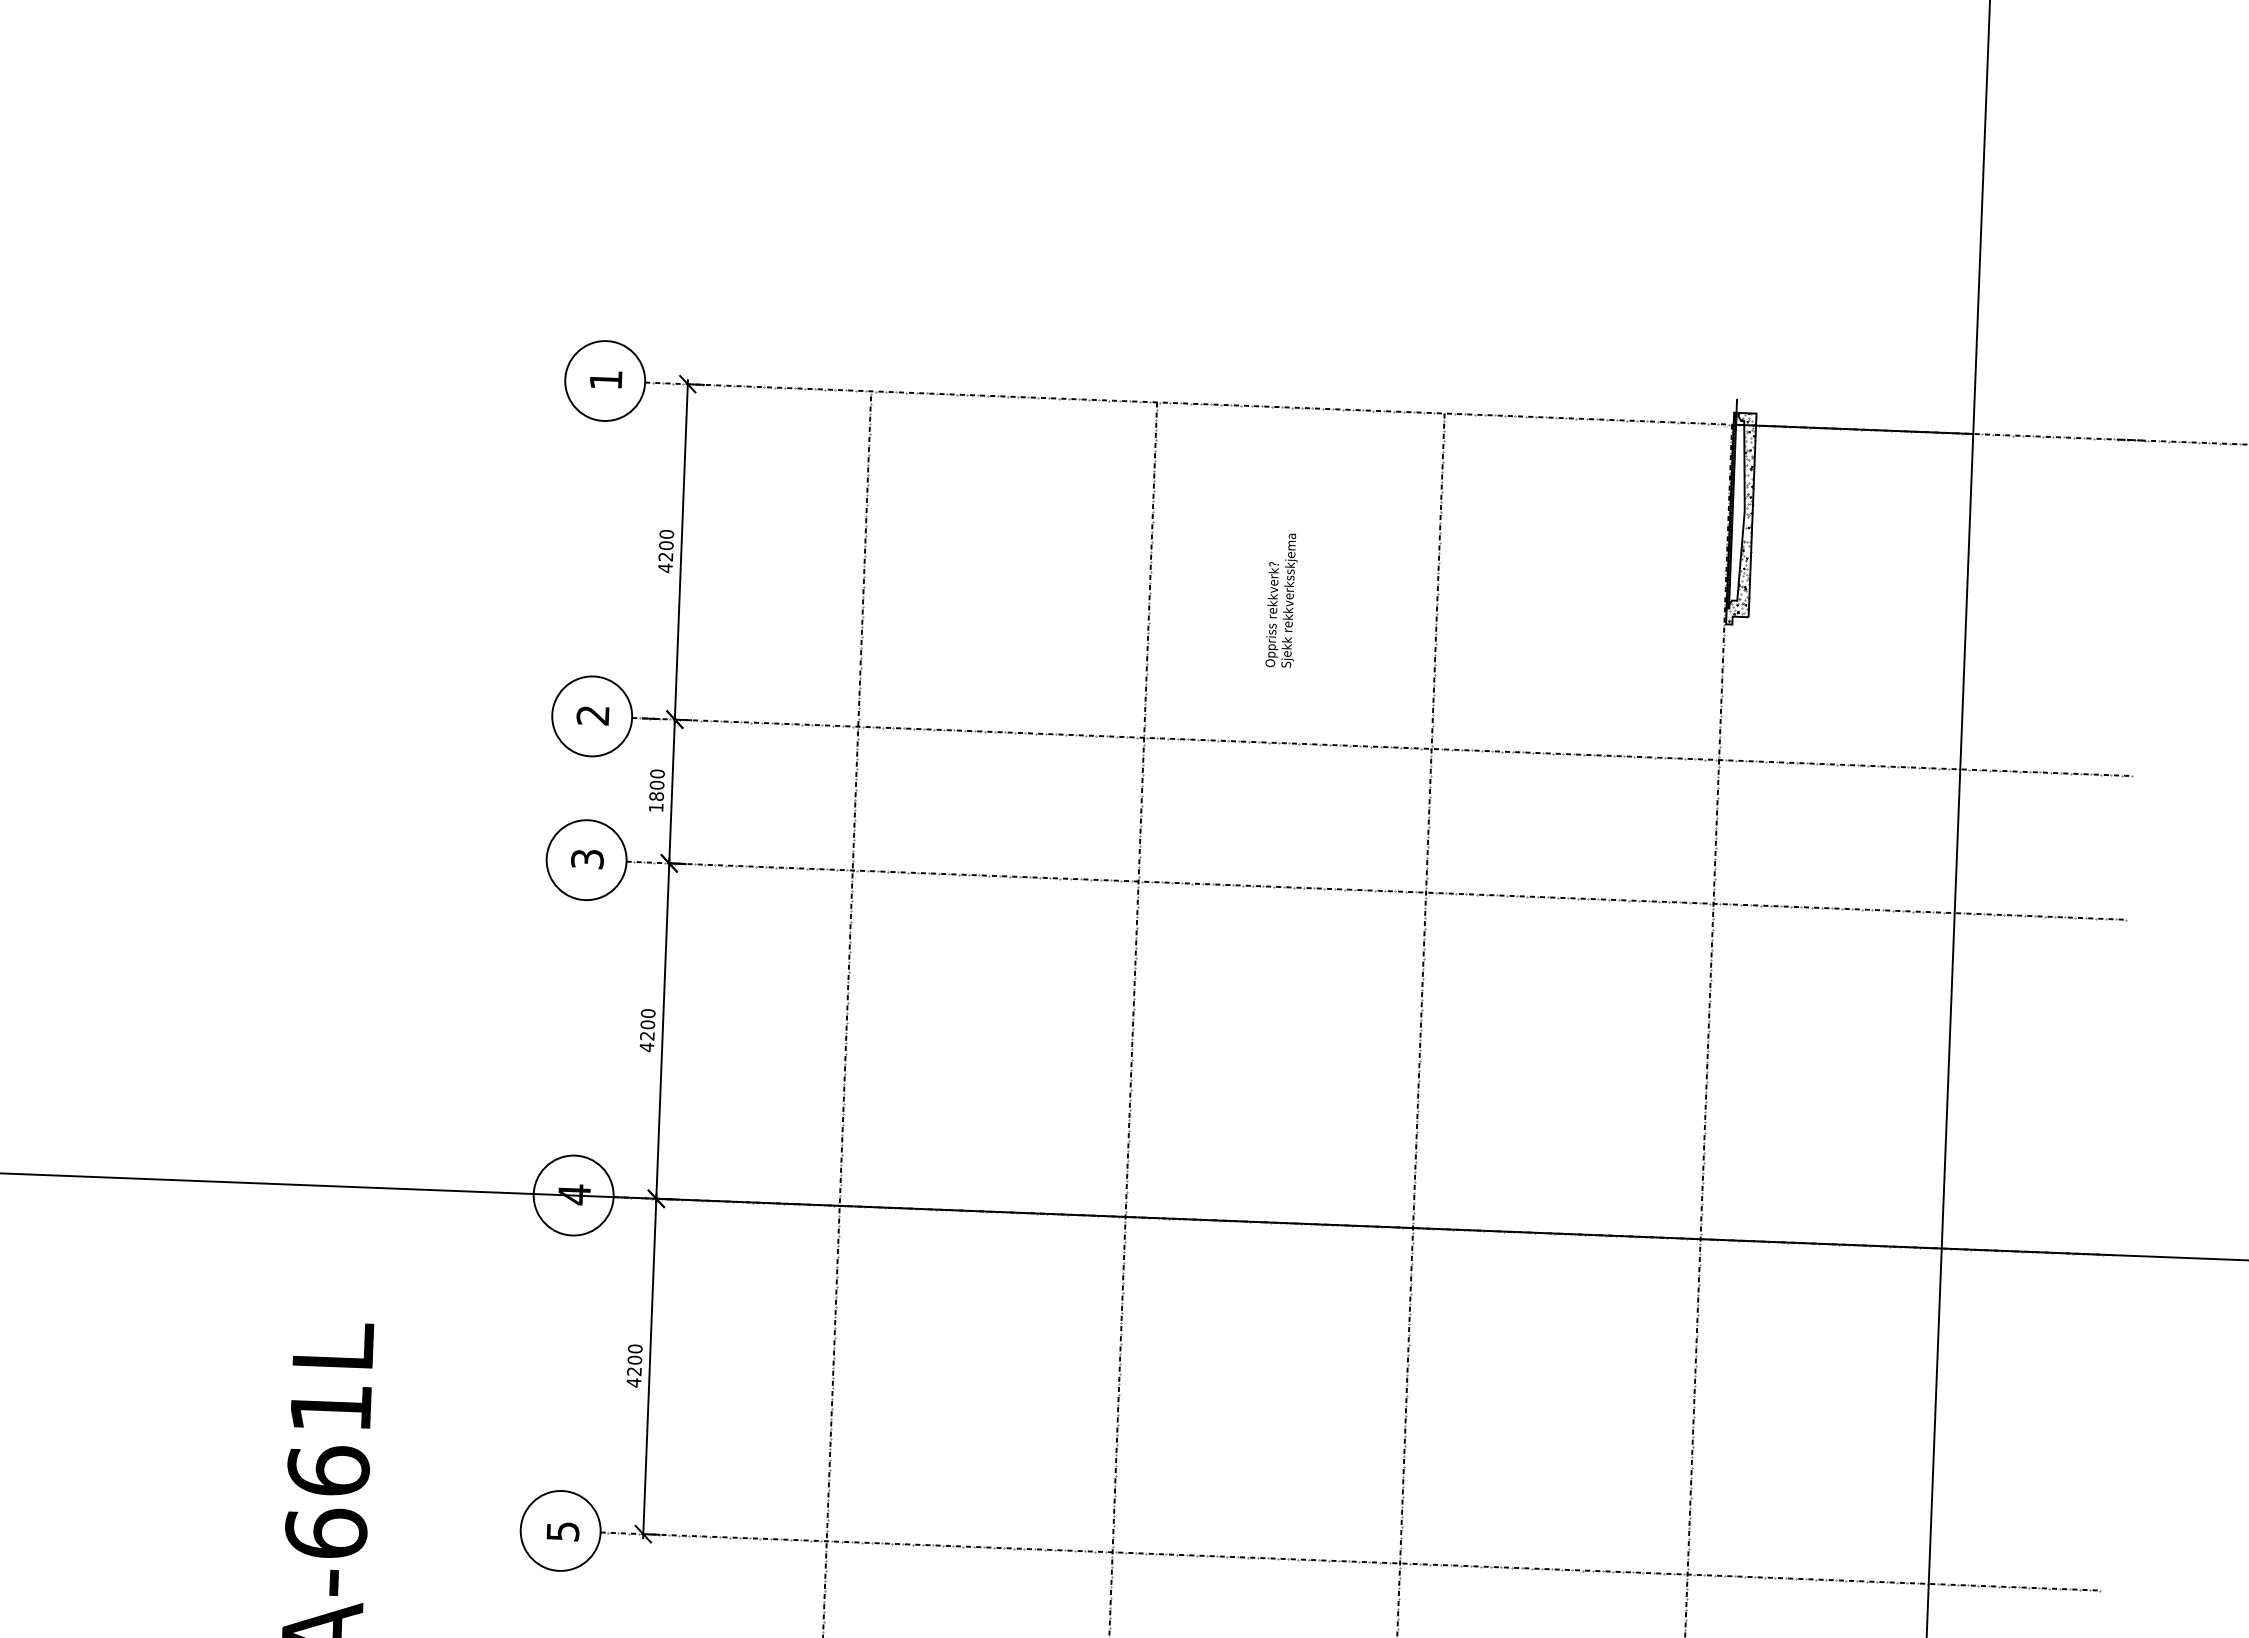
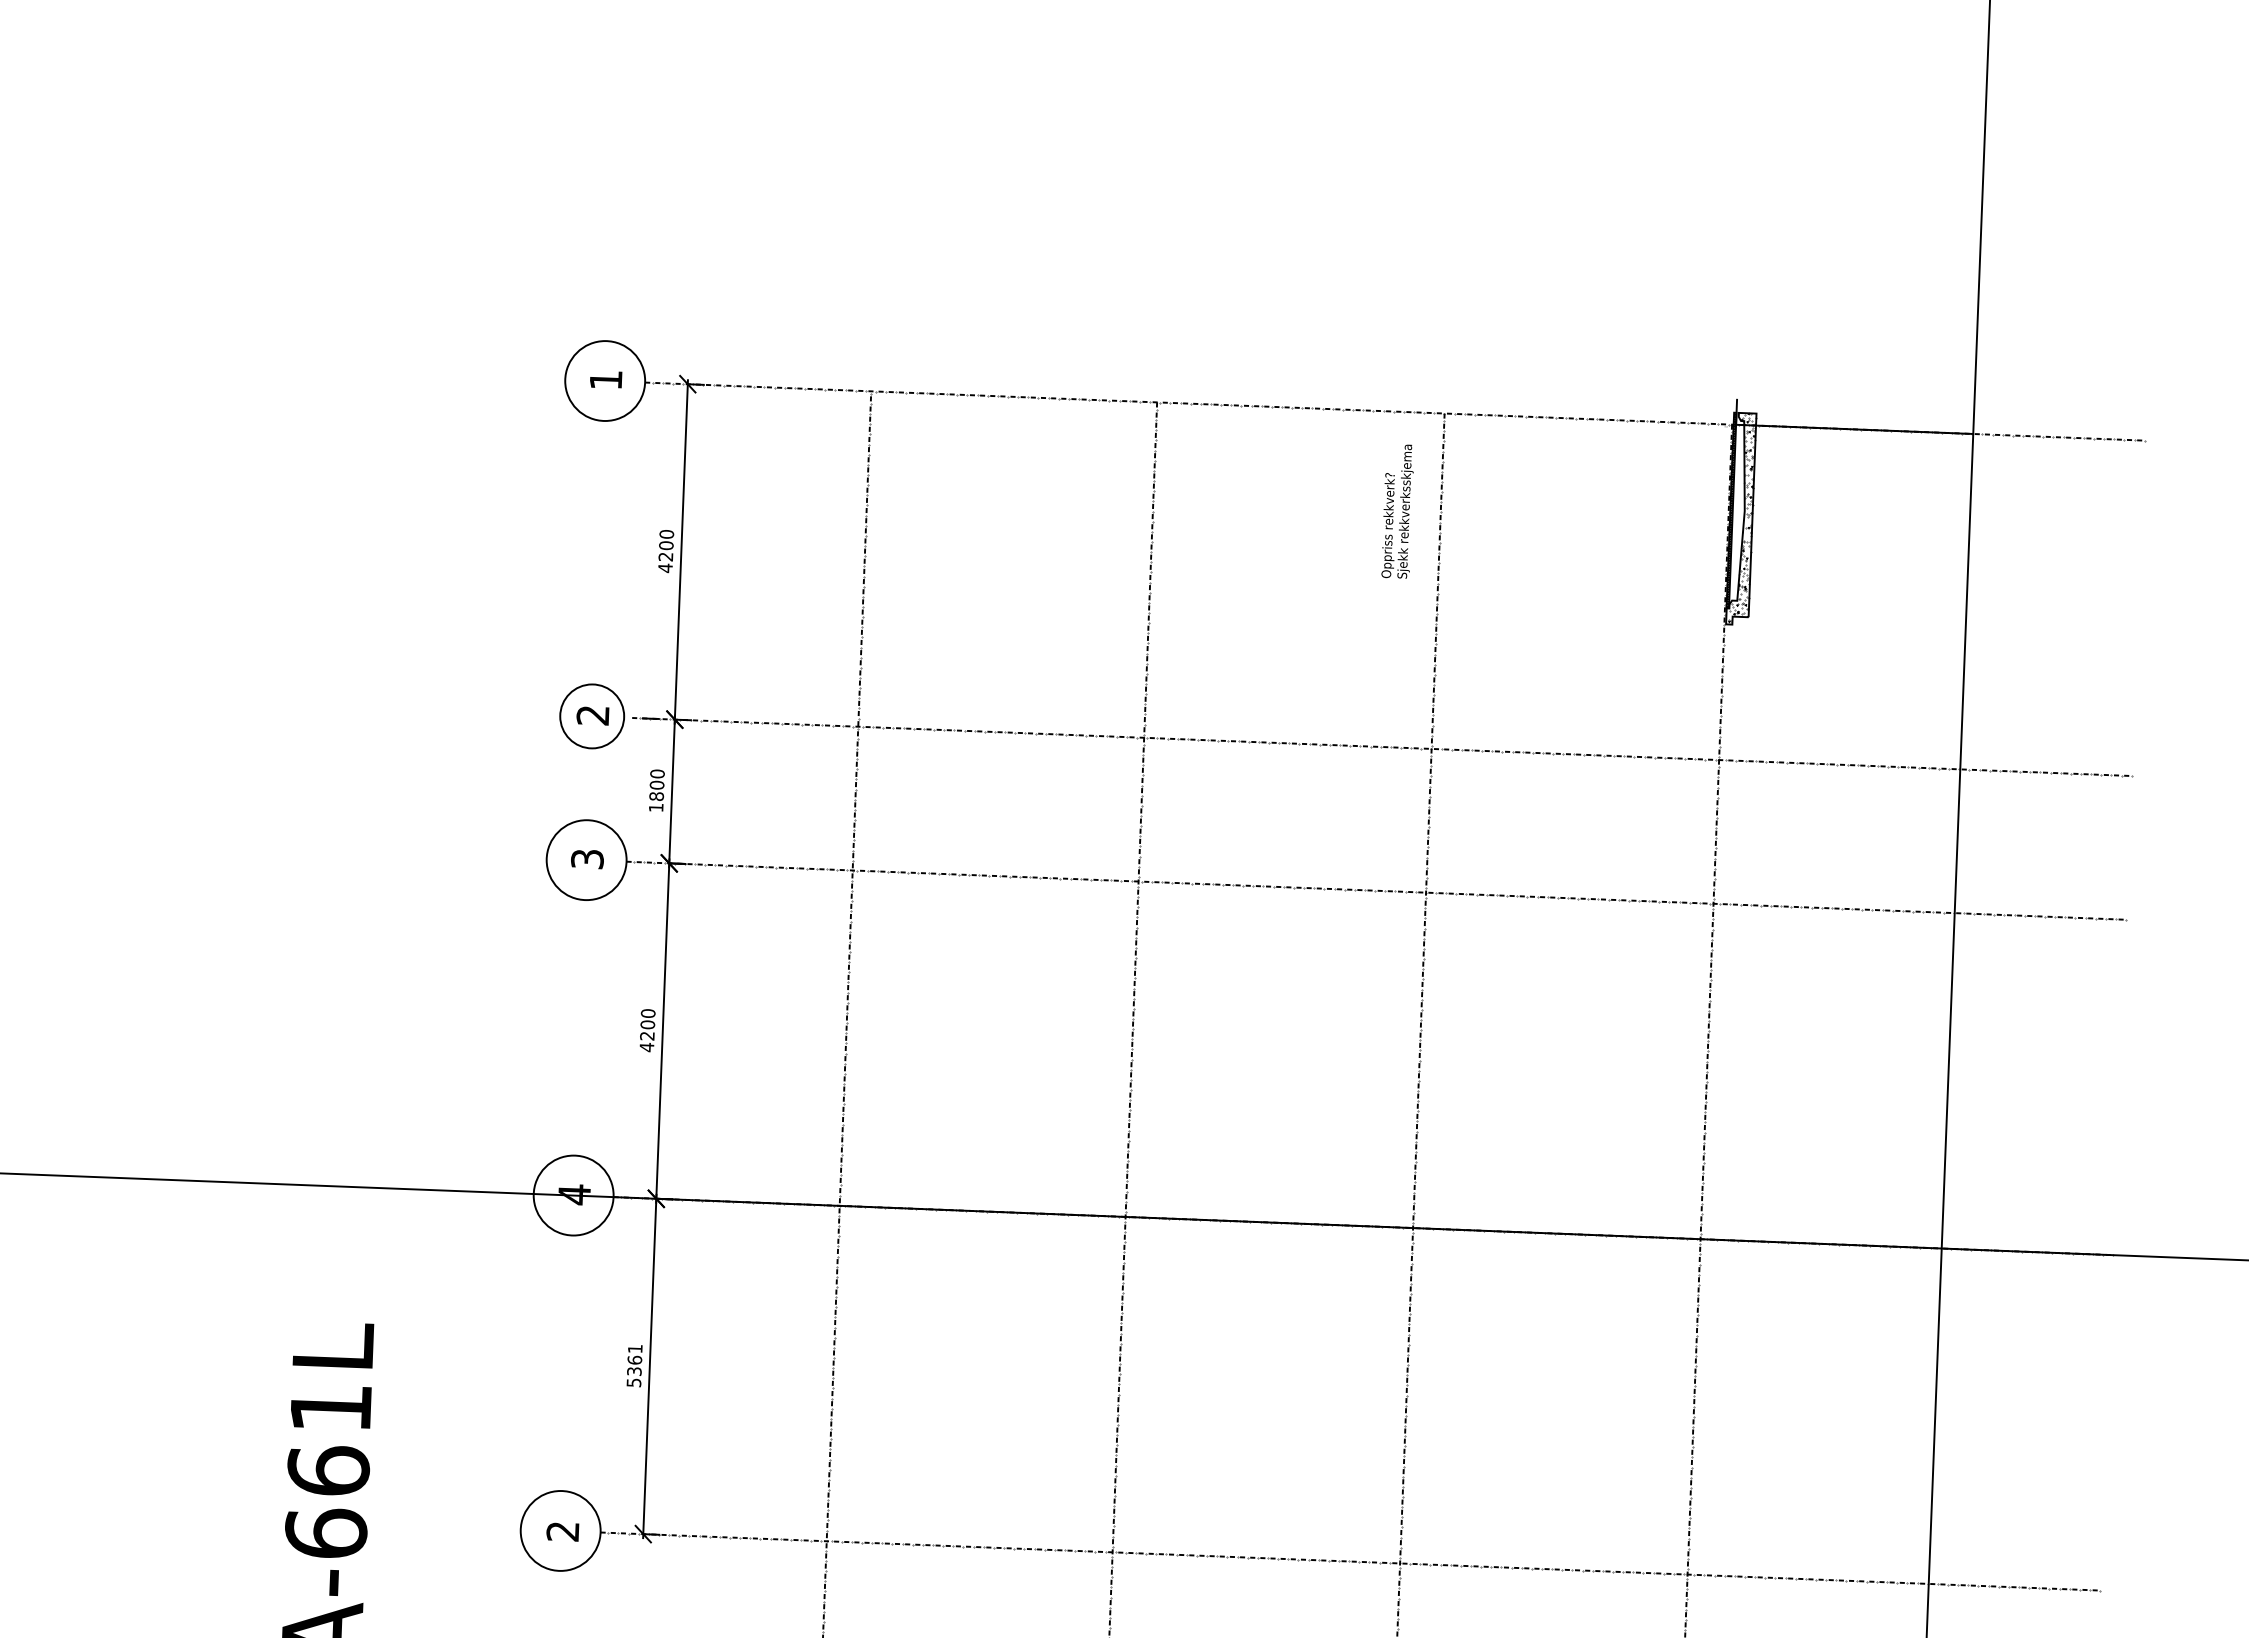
line at (2181, 441): present -> none
text at (1281, 600) position: (1281, 600) -> (1397, 511)
circle at (592, 716) diameter: 80 px -> 64 px
text at (634, 1365): 4200 -> 5361
text at (562, 1531): 5 -> 2
